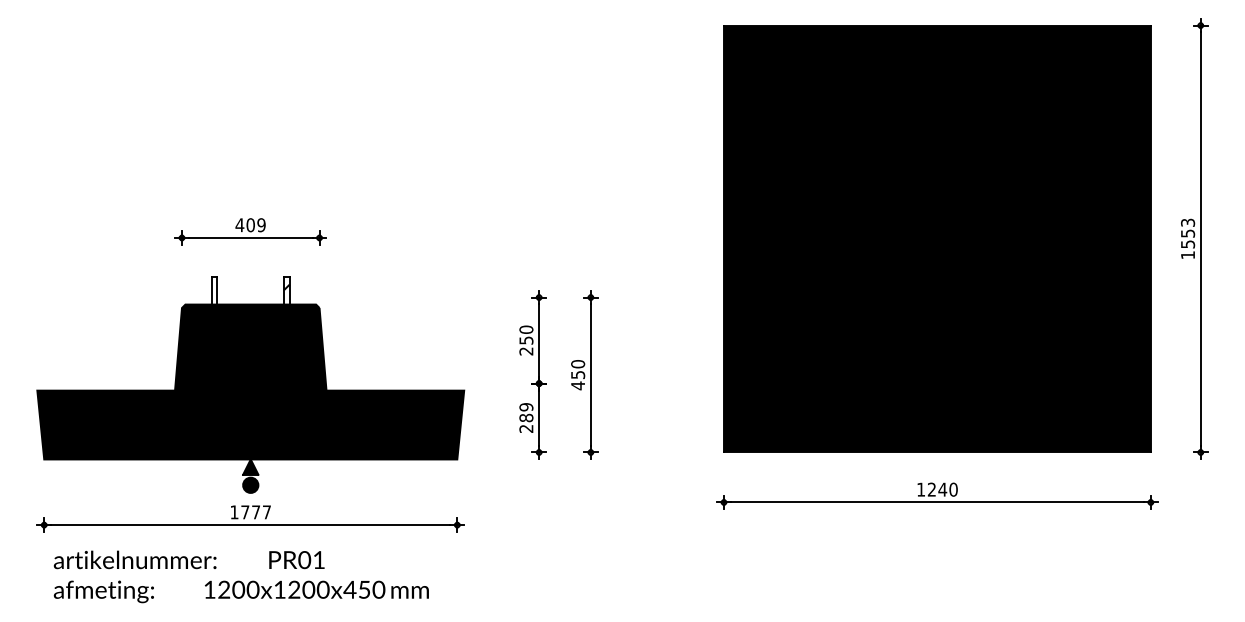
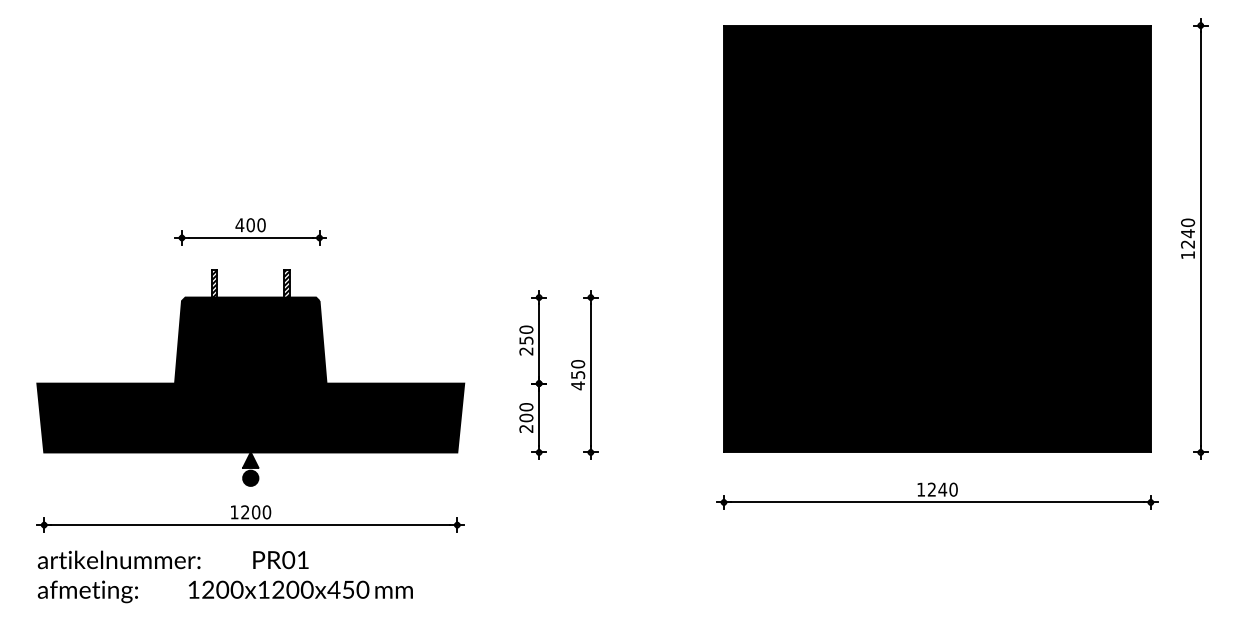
text at (261, 225): 409 -> 400
text at (1188, 233): 1553 -> 1240
part at (250, 384) position: (250, 384) -> (250, 377)
text at (526, 412): 289 -> 200
text at (256, 512): 1777 -> 1200
text at (240, 576) position: (240, 576) -> (224, 576)
